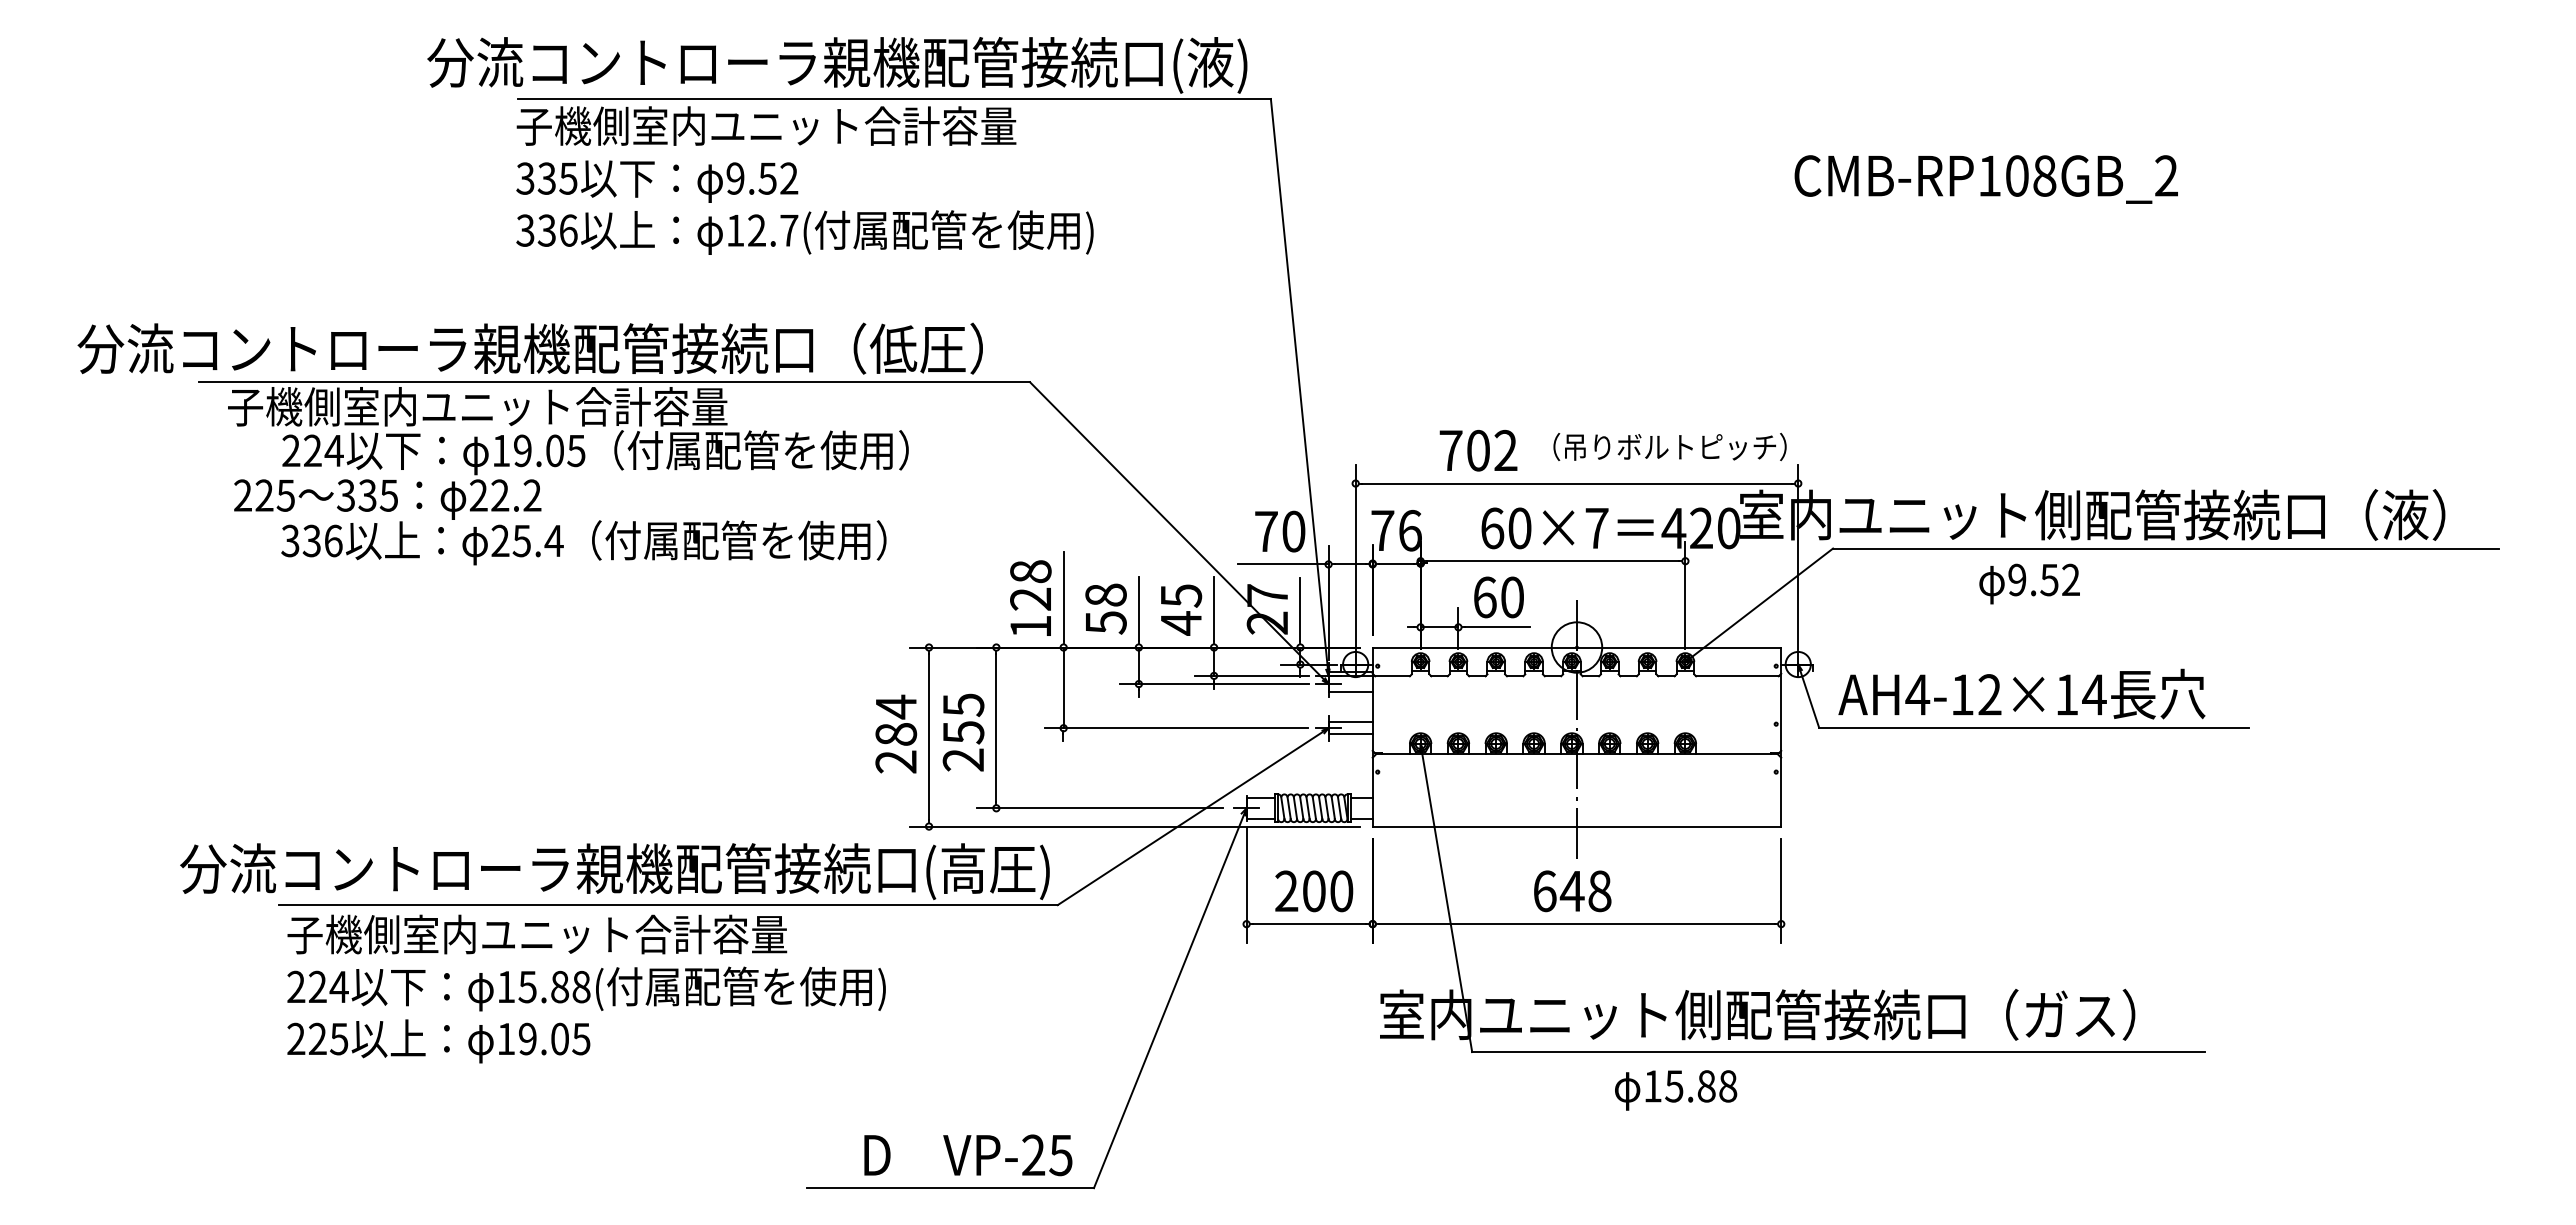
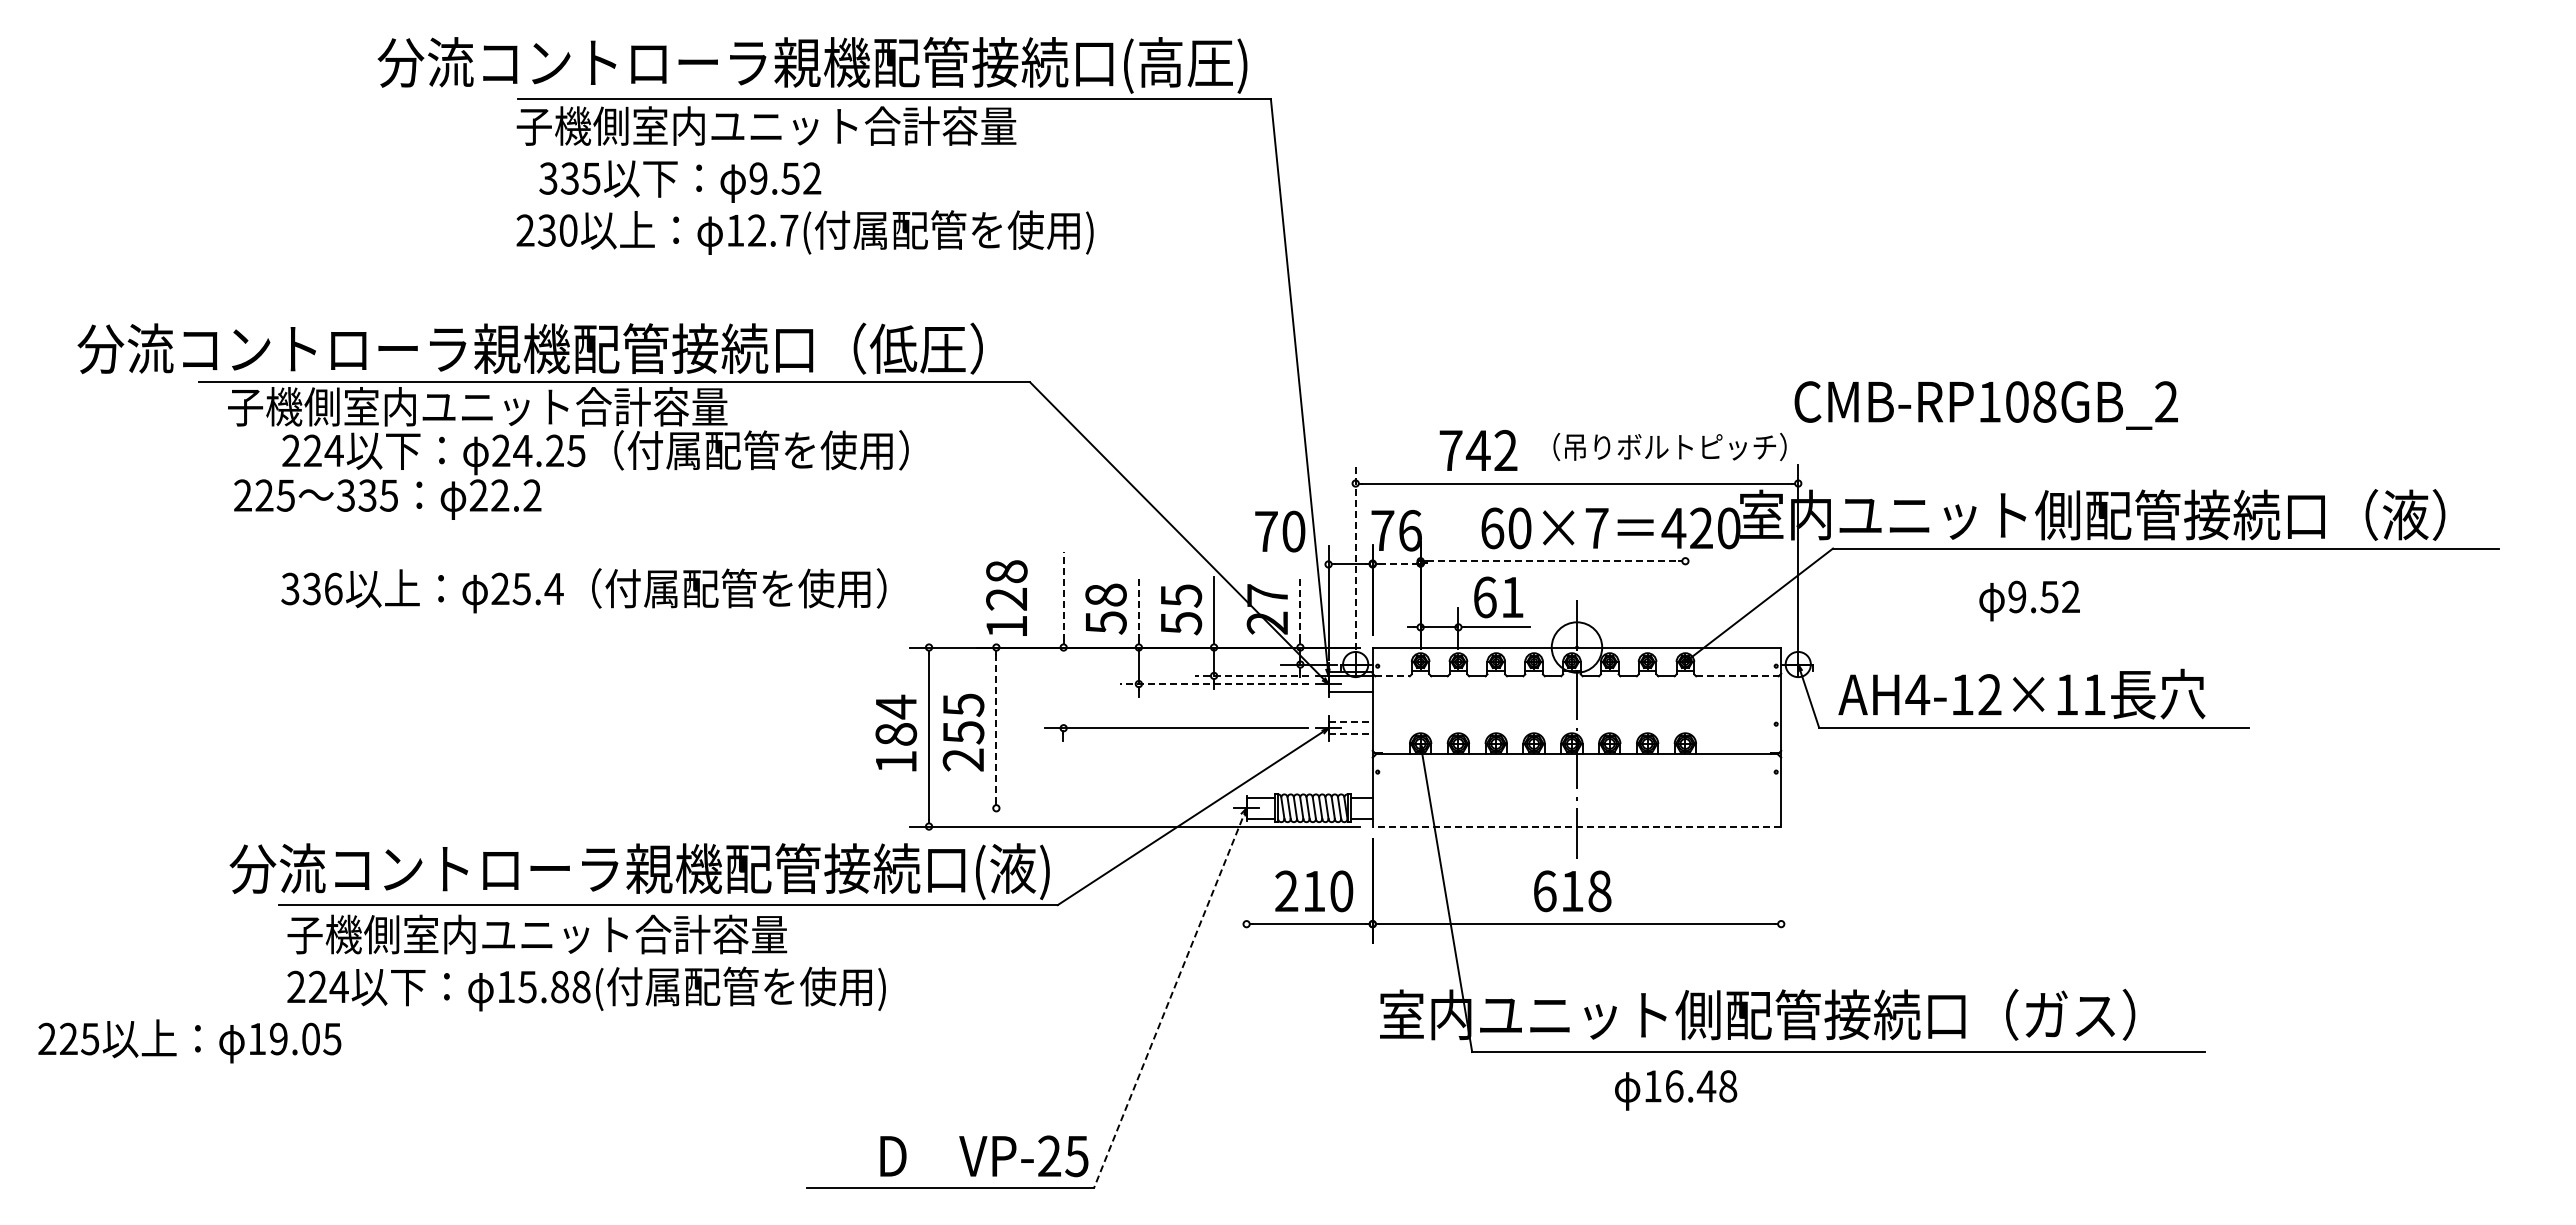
text at (805, 65): 分流コントローラ親機配管接続口(液) -> 分流コントローラ親機配管接続口(高圧)
text at (1985, 179) position: (1985, 179) -> (1985, 405)
text at (657, 181) position: (657, 181) -> (680, 181)
text at (546, 230): 336 -> 230
text at (527, 450): 19.05 -> 24.25
text at (1477, 450): 702 -> 742
text at (583, 542) position: (583, 542) -> (583, 590)
line at (1355, 557): solid -> dashed
line at (1553, 561): solid -> dashed
line at (1396, 563): solid -> dashed
line at (1283, 564): present -> none
text at (2029, 583) position: (2029, 583) -> (2029, 600)
line at (1685, 595): present -> none
line at (1063, 596): solid -> dashed
text at (1030, 597) position: (1030, 597) -> (1006, 597)
text at (1512, 597): 60 -> 61
line at (1138, 609): solid -> dashed
line at (1300, 609): solid -> dashed
text at (1181, 623): 45 -> 55
line at (1251, 675): solid -> dashed
line at (1393, 676): solid -> dashed
line at (1737, 676): solid -> dashed
line at (1214, 684): solid -> dashed
line at (1063, 687): present -> none
text at (2094, 694): AH4-12×14 -> AH4-12×11
line at (1351, 722): solid -> dashed
line at (996, 728): solid -> dashed
line at (1351, 734): solid -> dashed
text at (895, 761): 284 -> 184
line at (1100, 808): present -> none
line at (1576, 826): solid -> dashed
text at (608, 871): 分流コントローラ親機配管接続口(高圧) -> 分流コントローラ親機配管接続口(液)
line at (1246, 885): present -> none
text at (1314, 891): 200 -> 210
text at (1571, 891): 648 -> 618
line at (1781, 891): present -> none
line at (1170, 998): solid -> dashed
text at (438, 1041) position: (438, 1041) -> (189, 1041)
text at (1690, 1086): 15.88 -> 16.48
text at (968, 1155) position: (968, 1155) -> (984, 1156)
